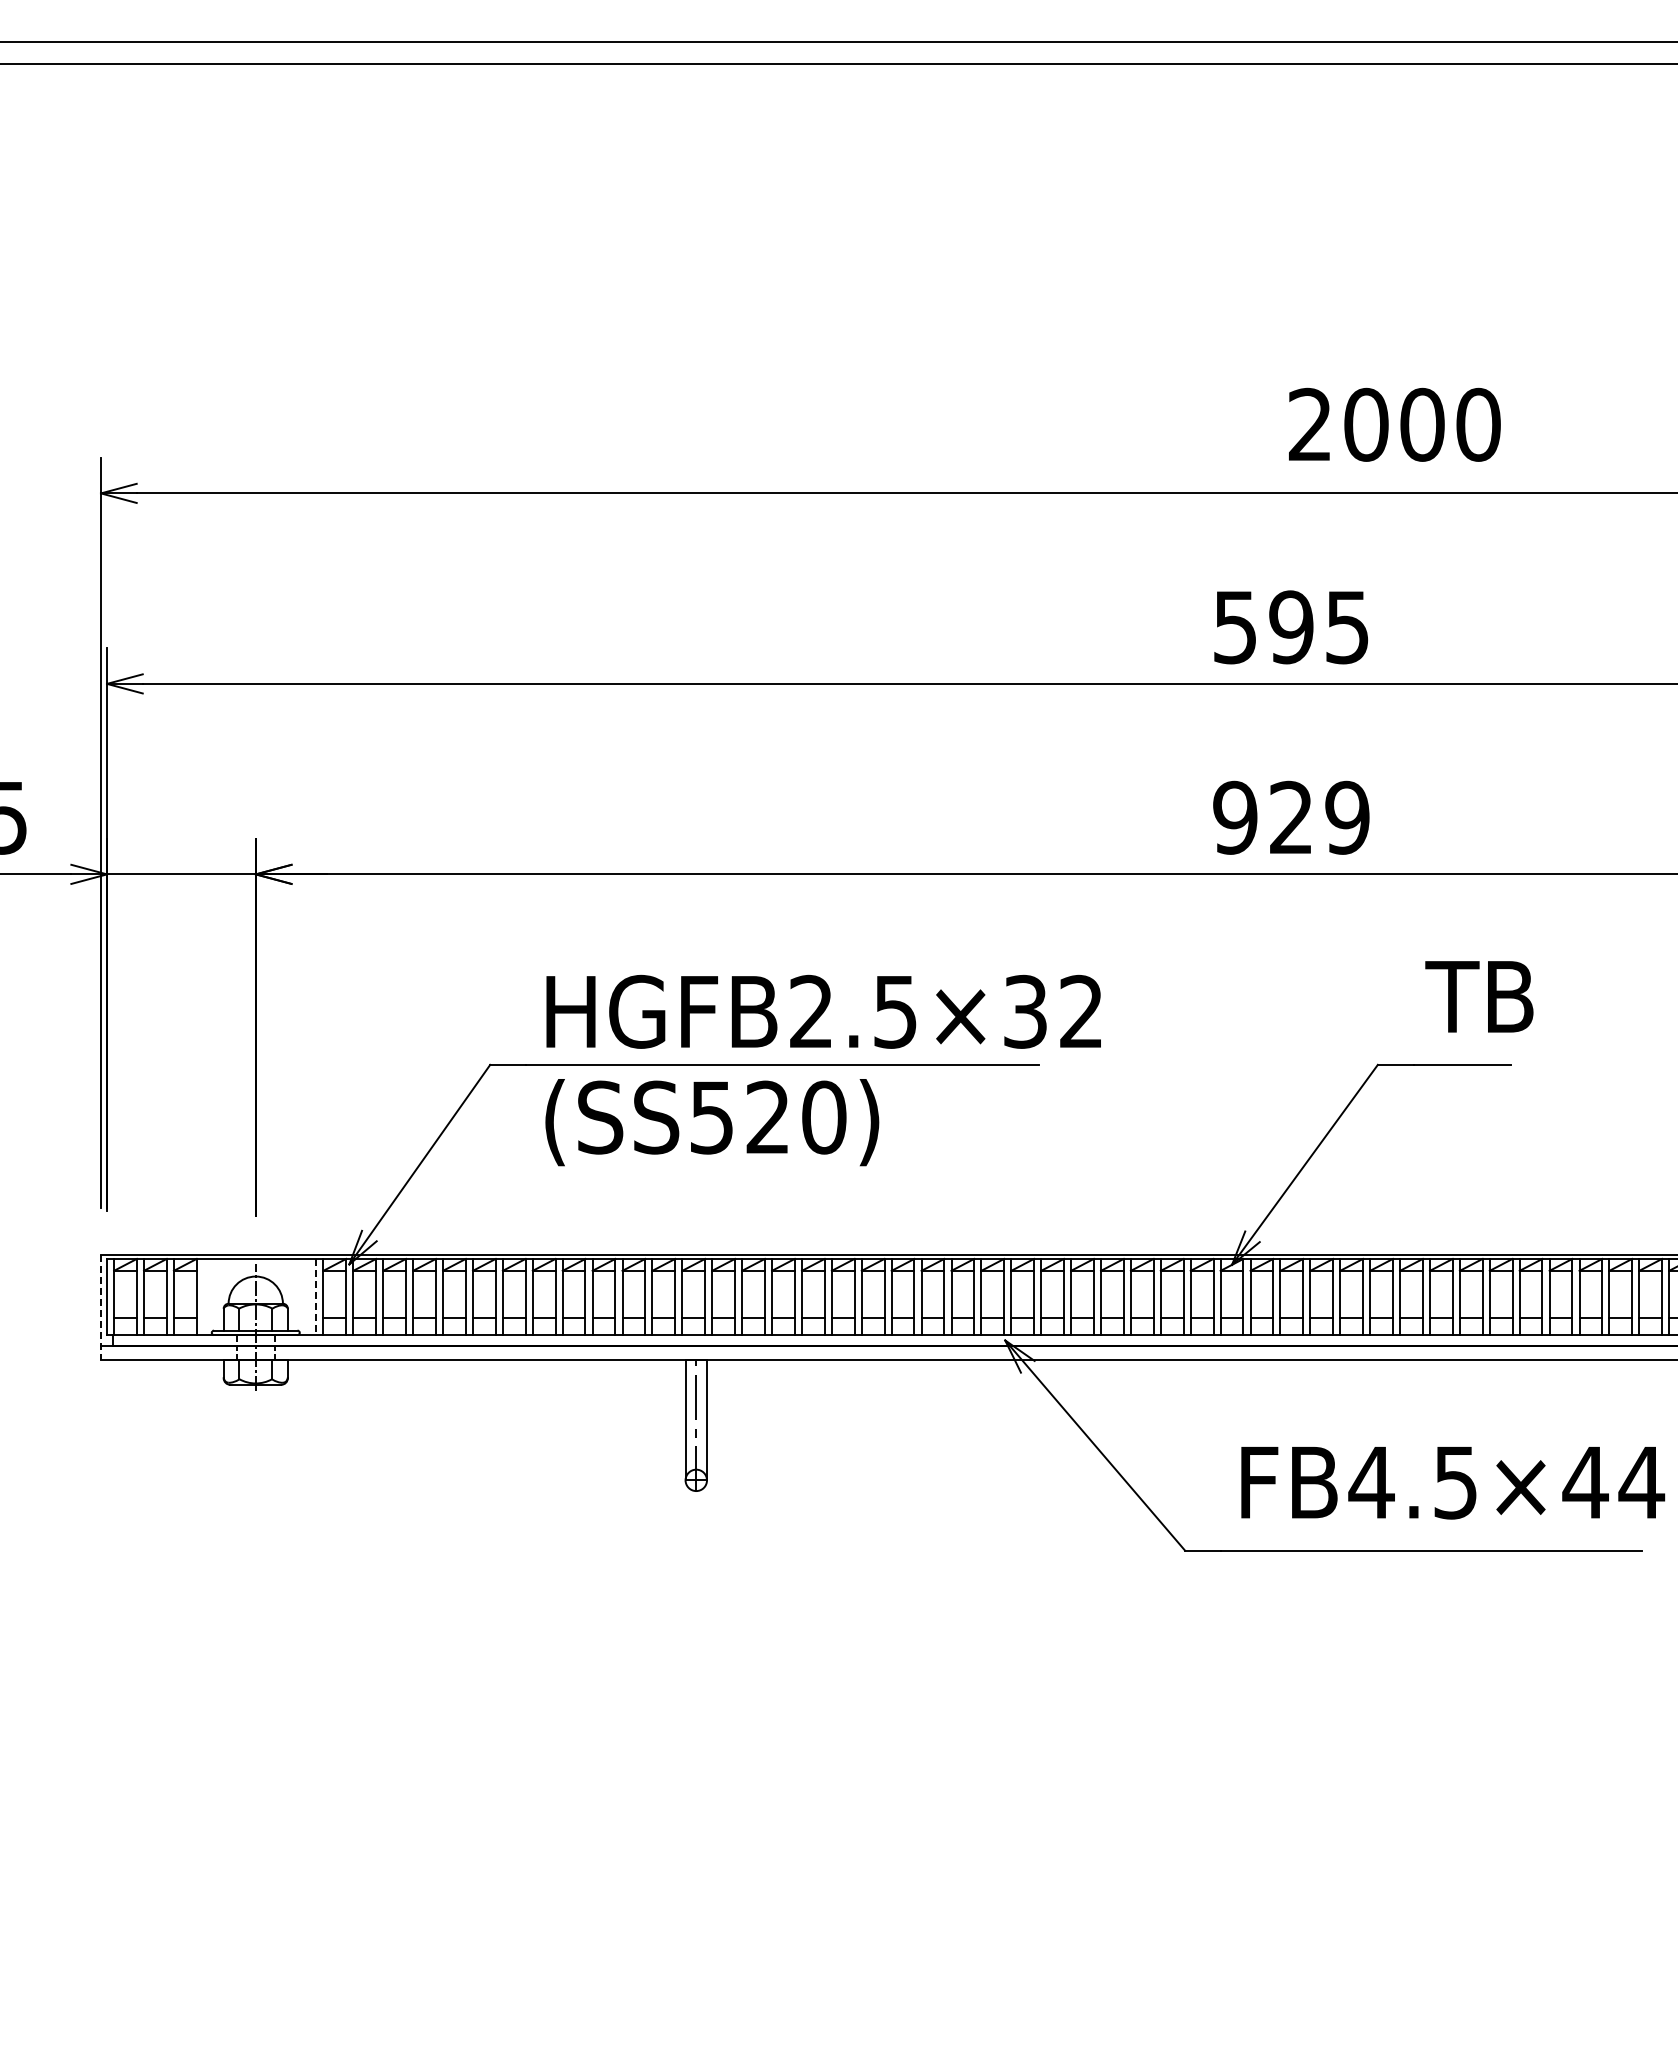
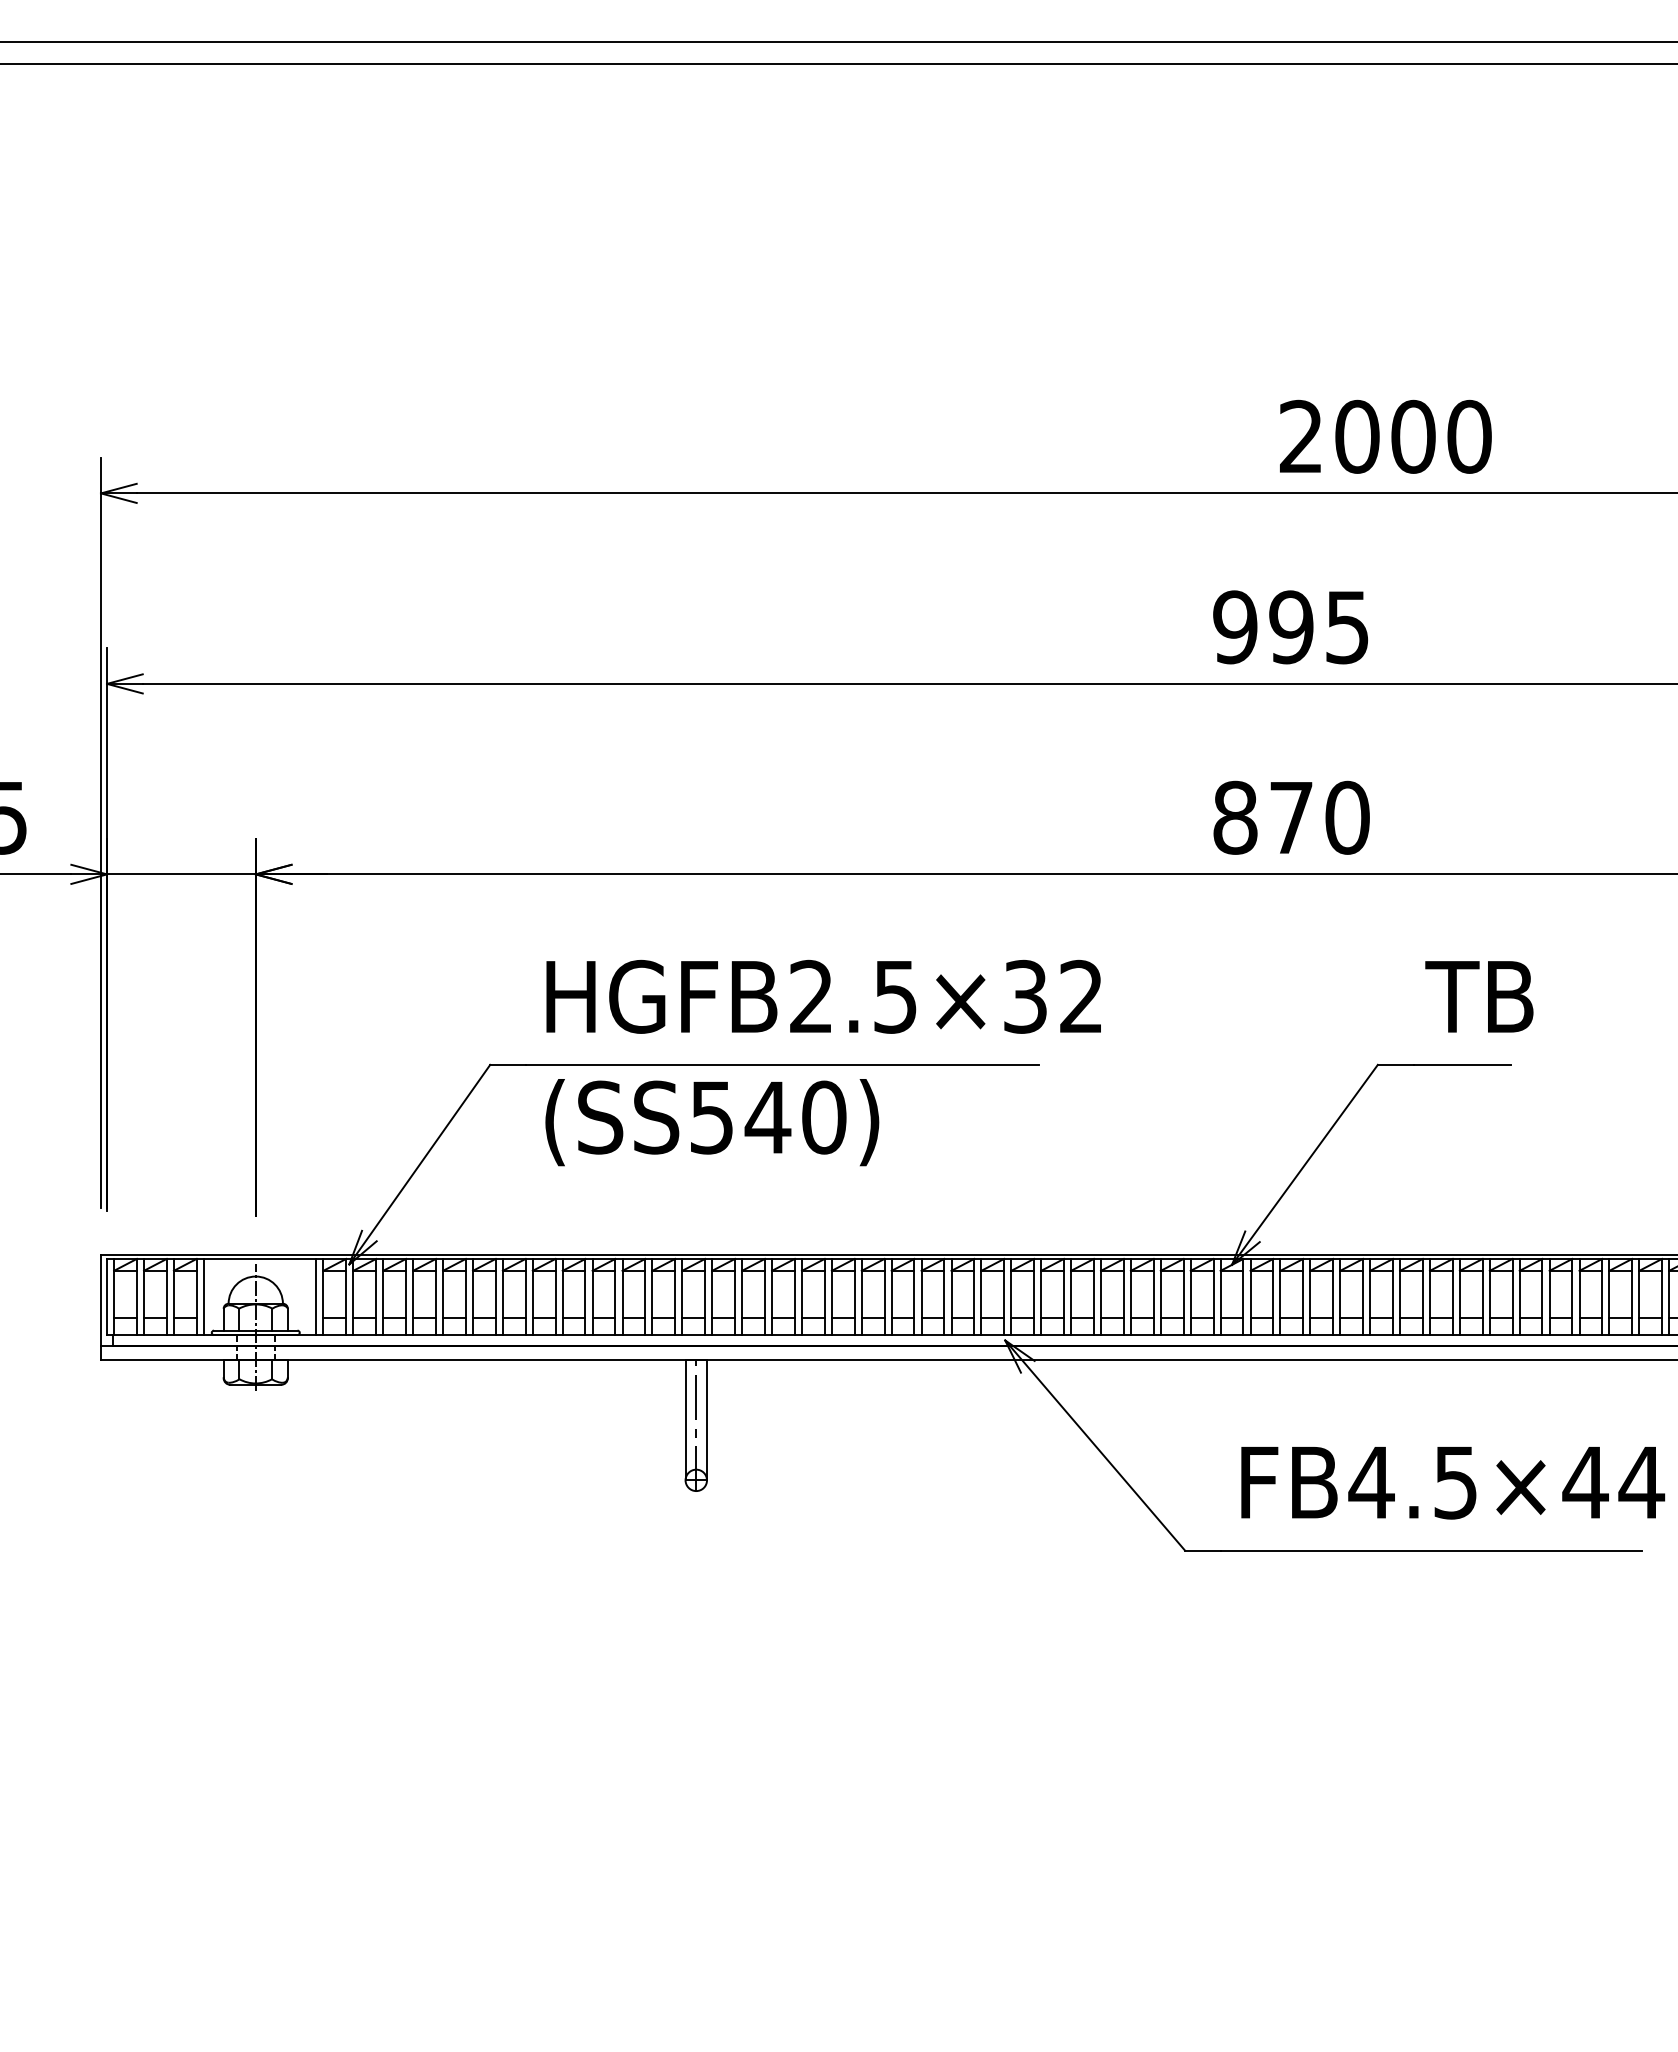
text at (1394, 424) position: (1394, 424) -> (1385, 436)
text at (1235, 627): 595 -> 995
text at (1291, 817): 929 -> 870
text at (823, 1011) position: (823, 1011) -> (823, 996)
text at (767, 1116): (SS520) -> (SS540)
line at (203, 1296): none -> present
line at (316, 1297): dashed -> solid
line at (101, 1308): dashed -> solid
